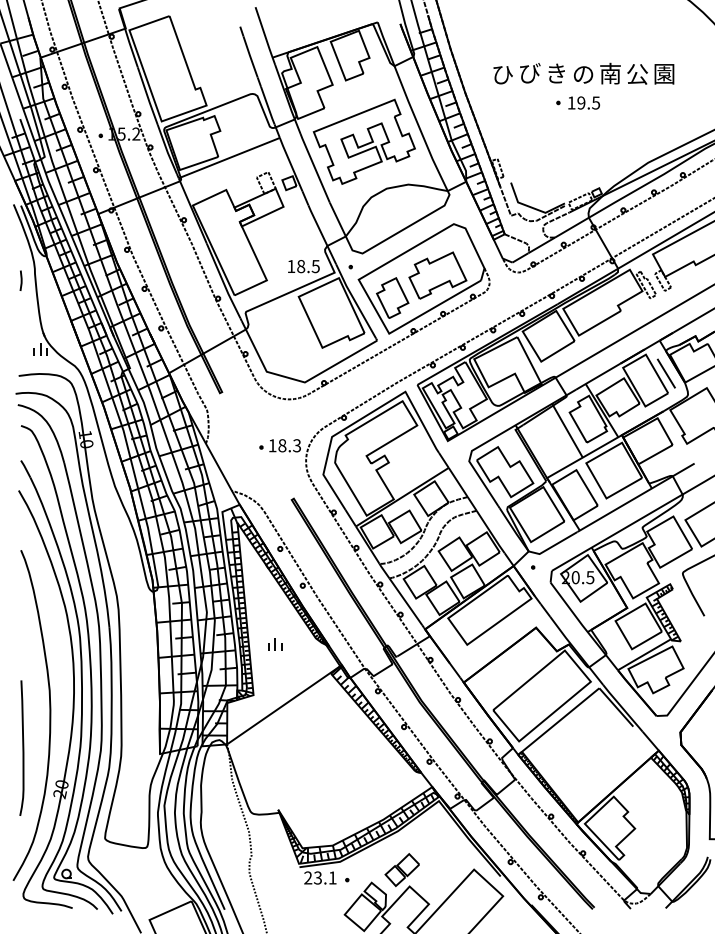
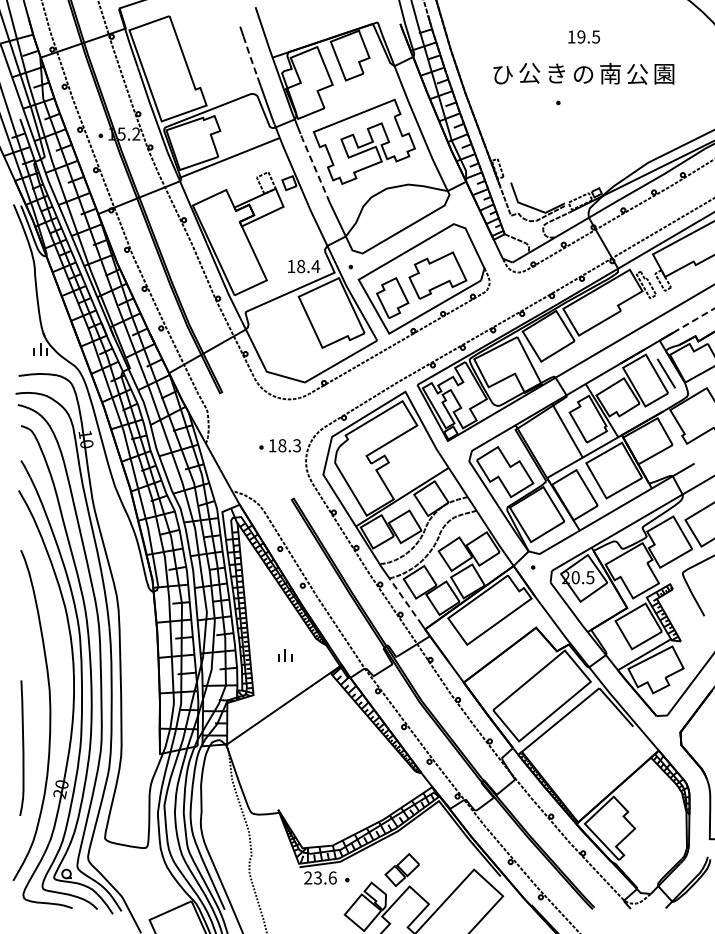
line at (250, 56): solid -> dashed
text at (529, 73): び -> 公
text at (584, 102) position: (584, 102) -> (584, 36)
line at (314, 167): solid -> dashed
text at (315, 266): 18.5 -> 18.4
line at (20, 280): present -> none
line at (693, 320): solid -> dashed
line at (405, 601): solid -> dashed
part at (275, 644) position: (275, 644) -> (285, 655)
text at (332, 877): 23.1 -> 23.6
